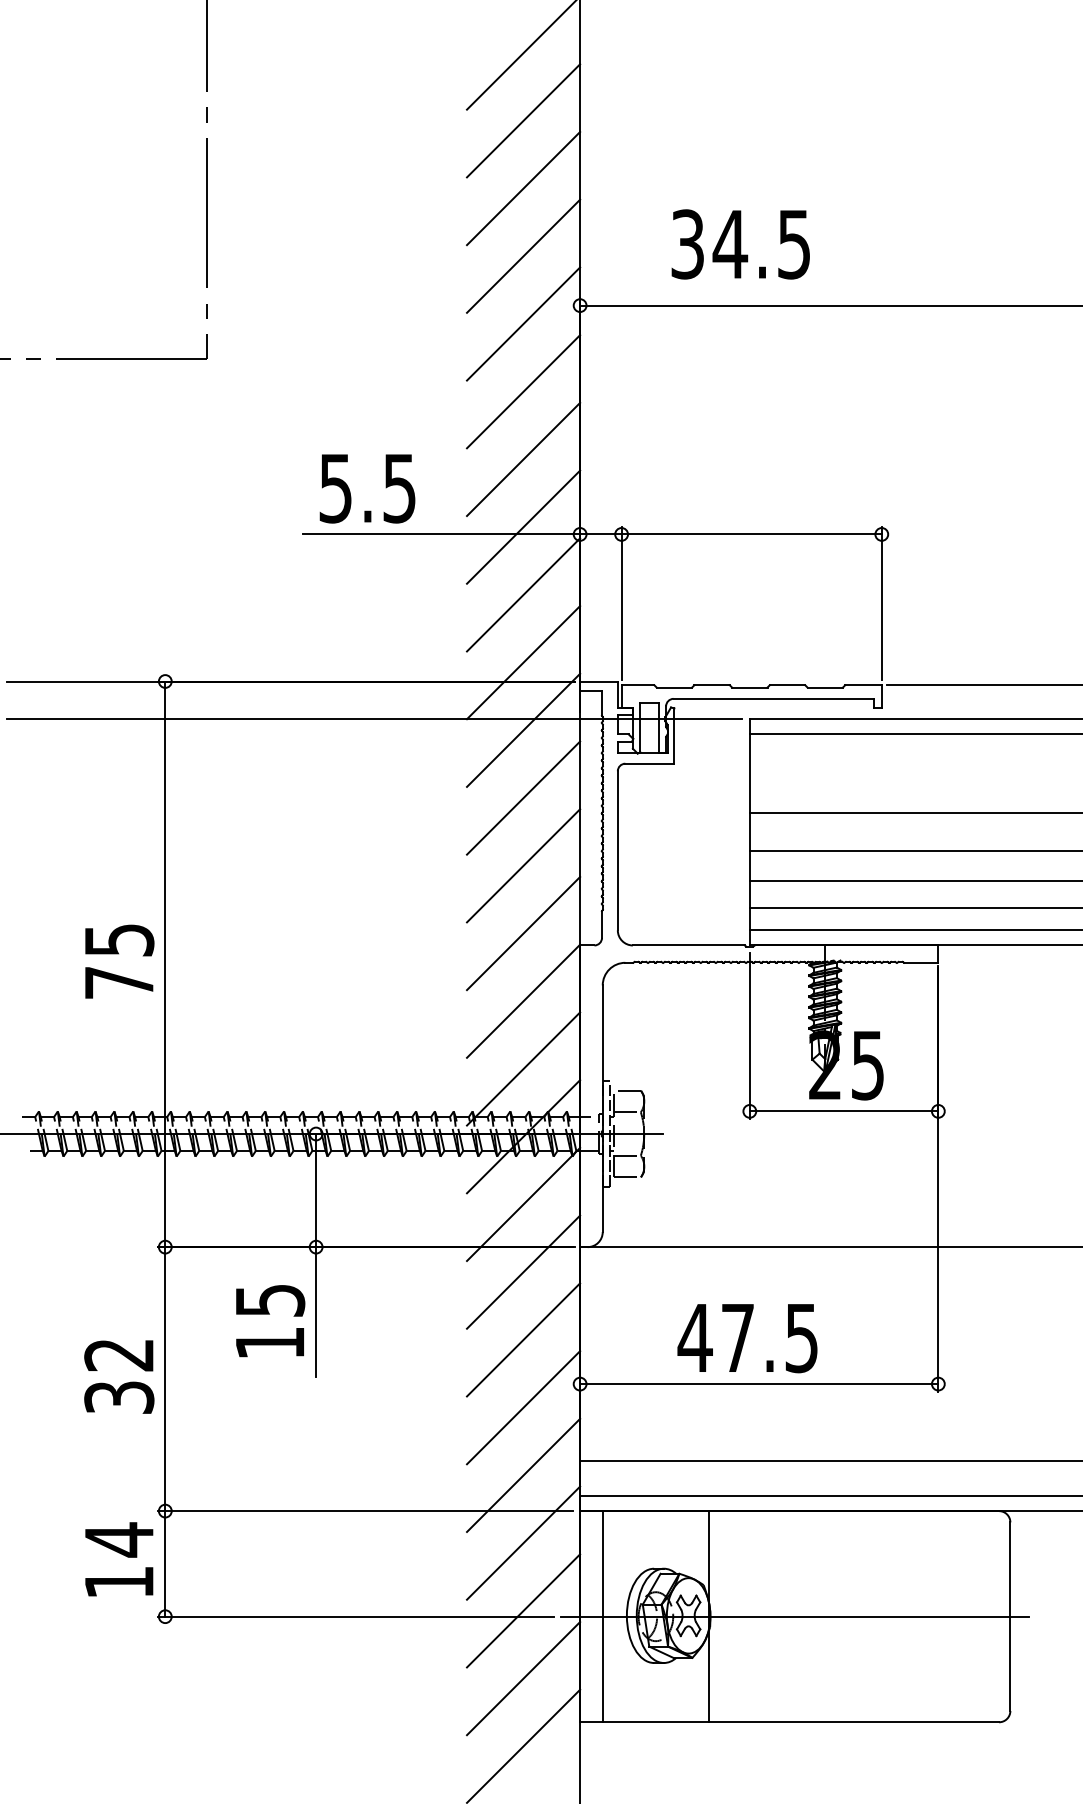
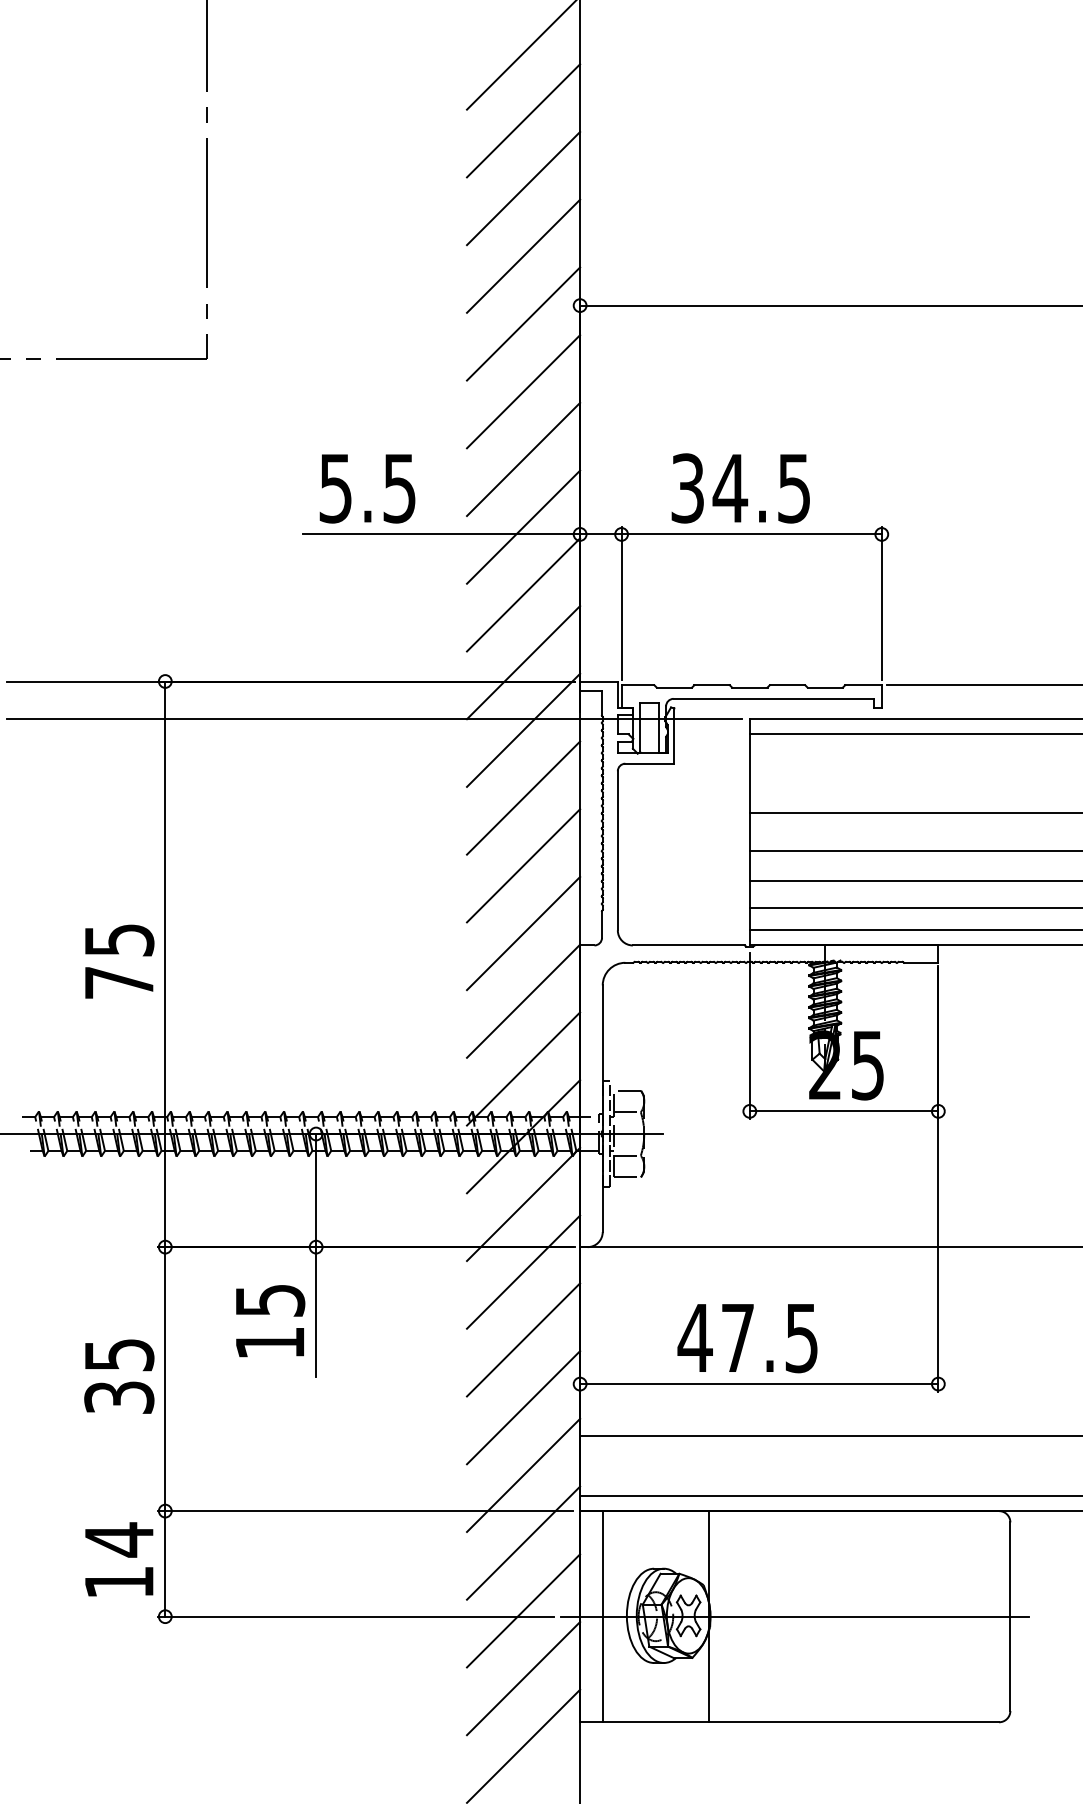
text at (740, 244) position: (740, 244) -> (740, 488)
text at (119, 1355): 32 -> 35
line at (829, 1460) position: (829, 1460) -> (829, 1435)
